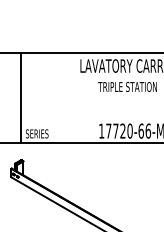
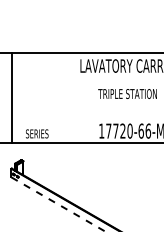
text at (127, 86) position: (127, 86) -> (127, 93)
line at (20, 98) position: (20, 98) -> (11, 98)
line at (58, 204): solid -> dashed
